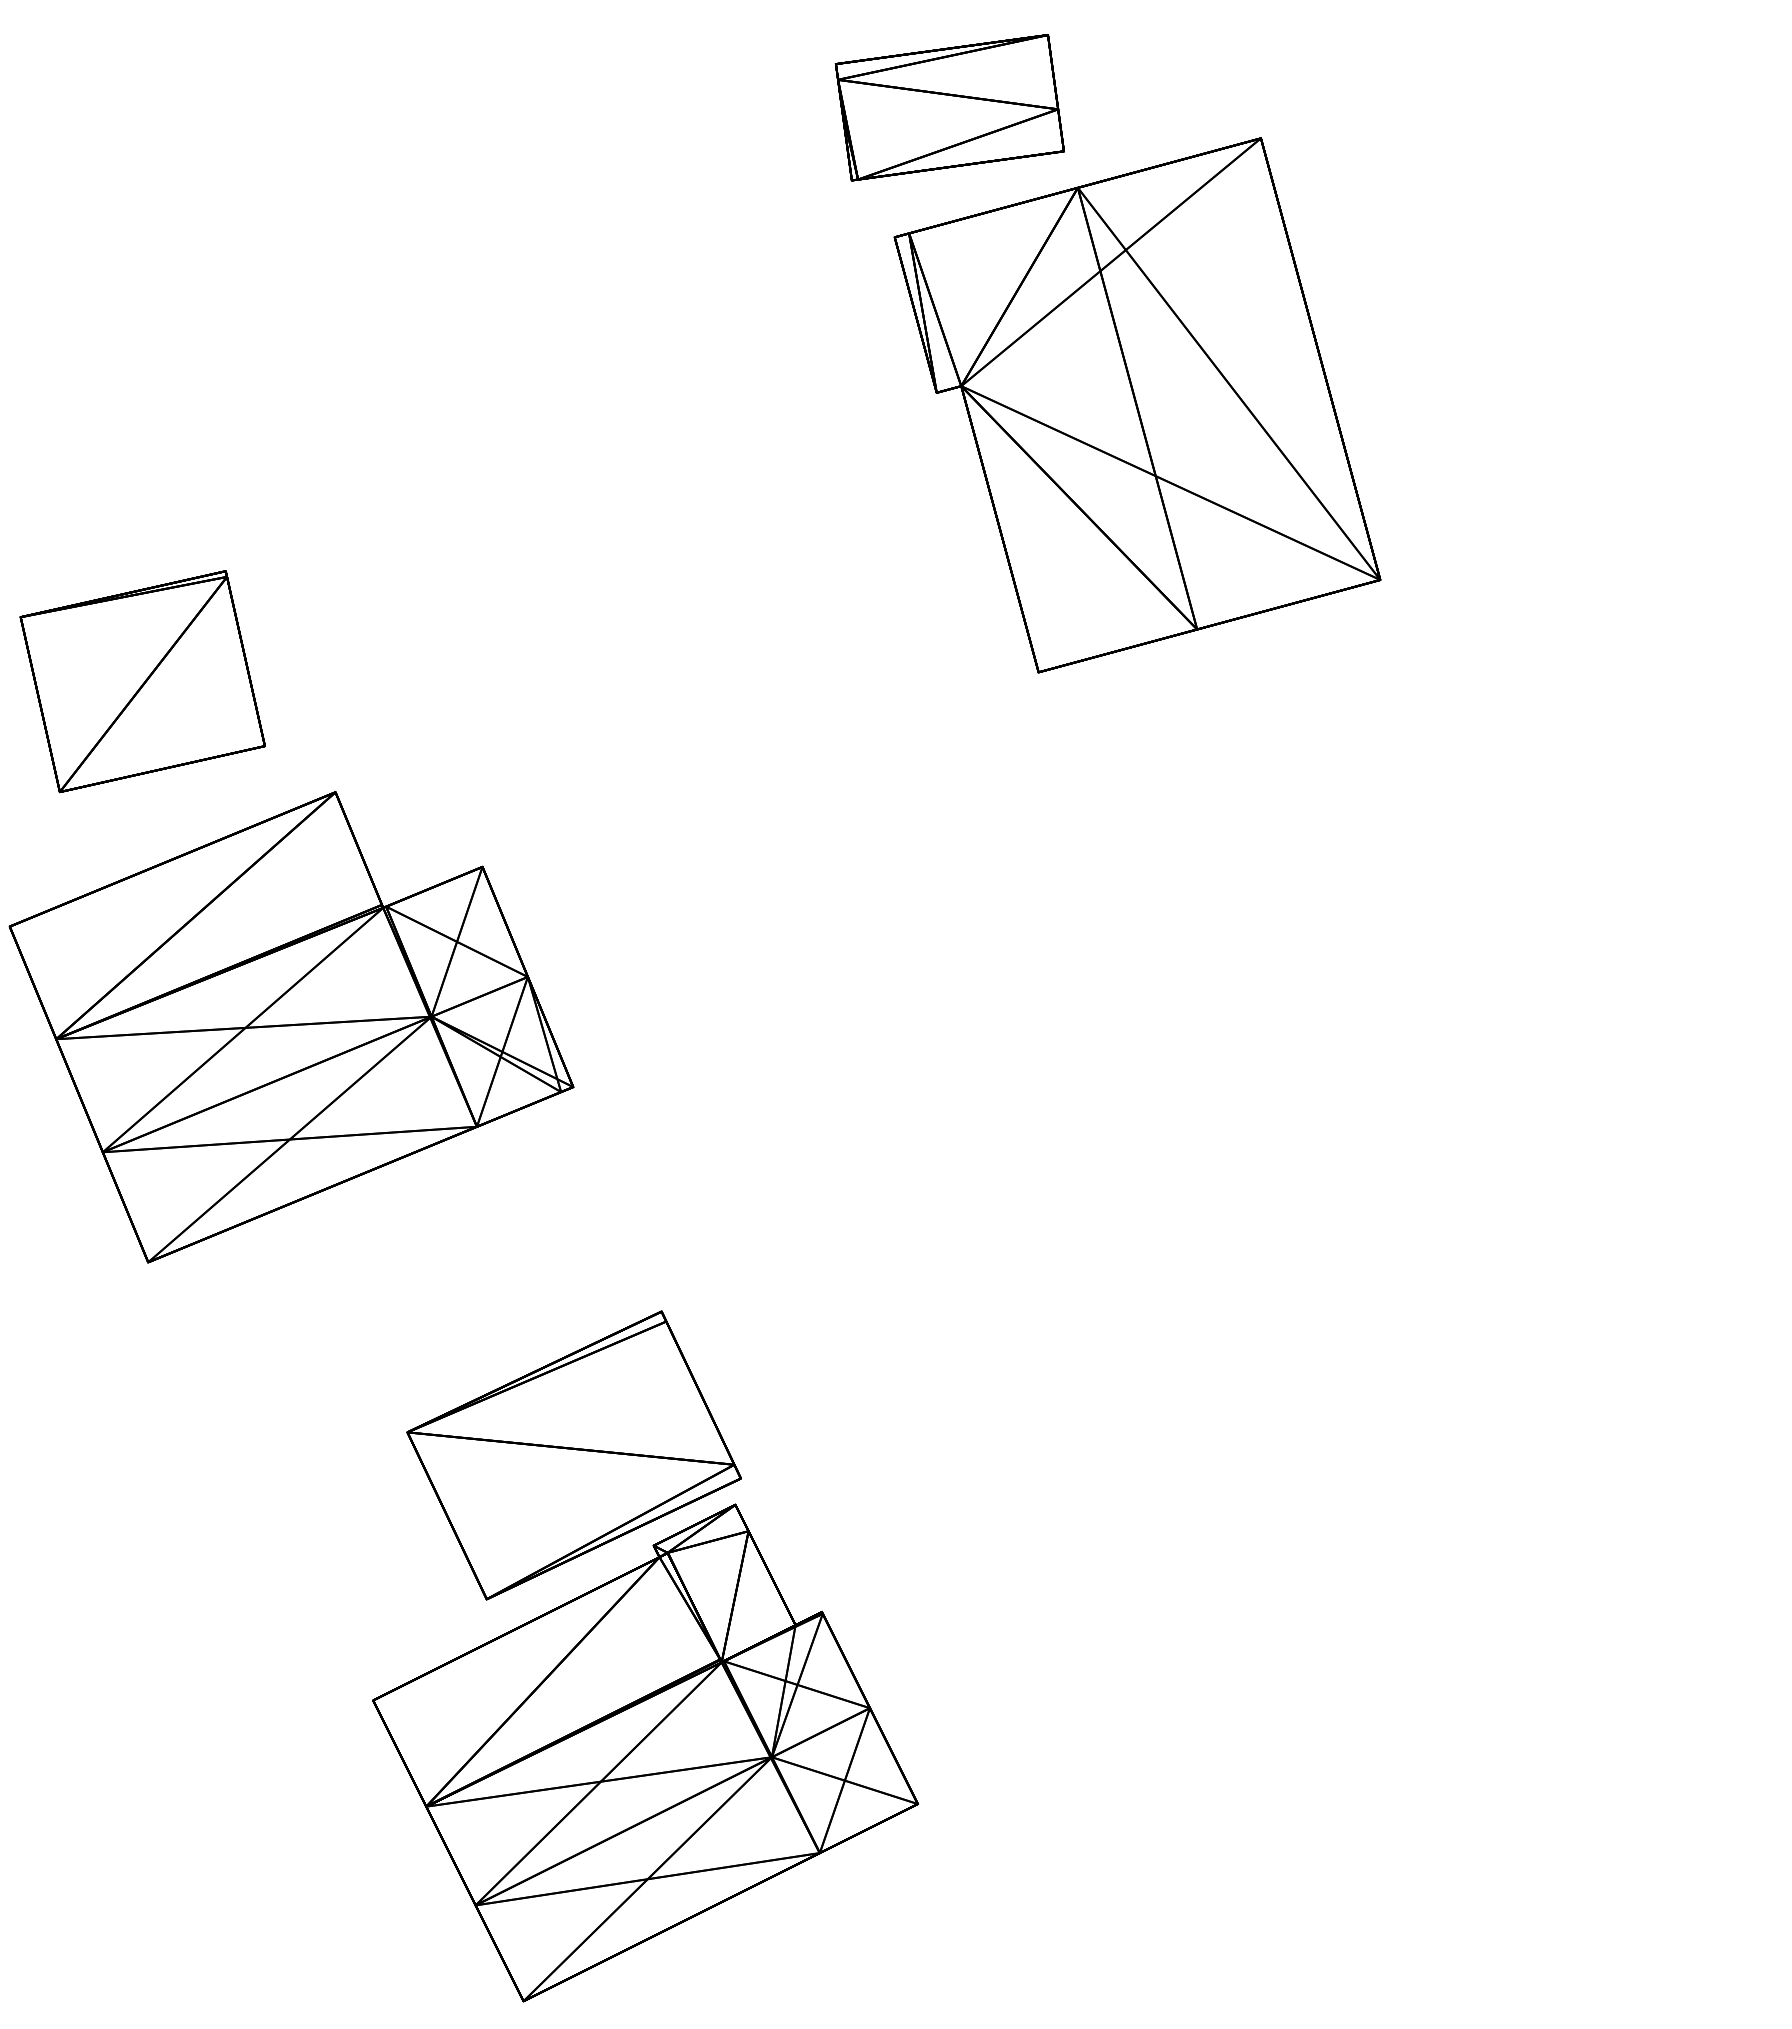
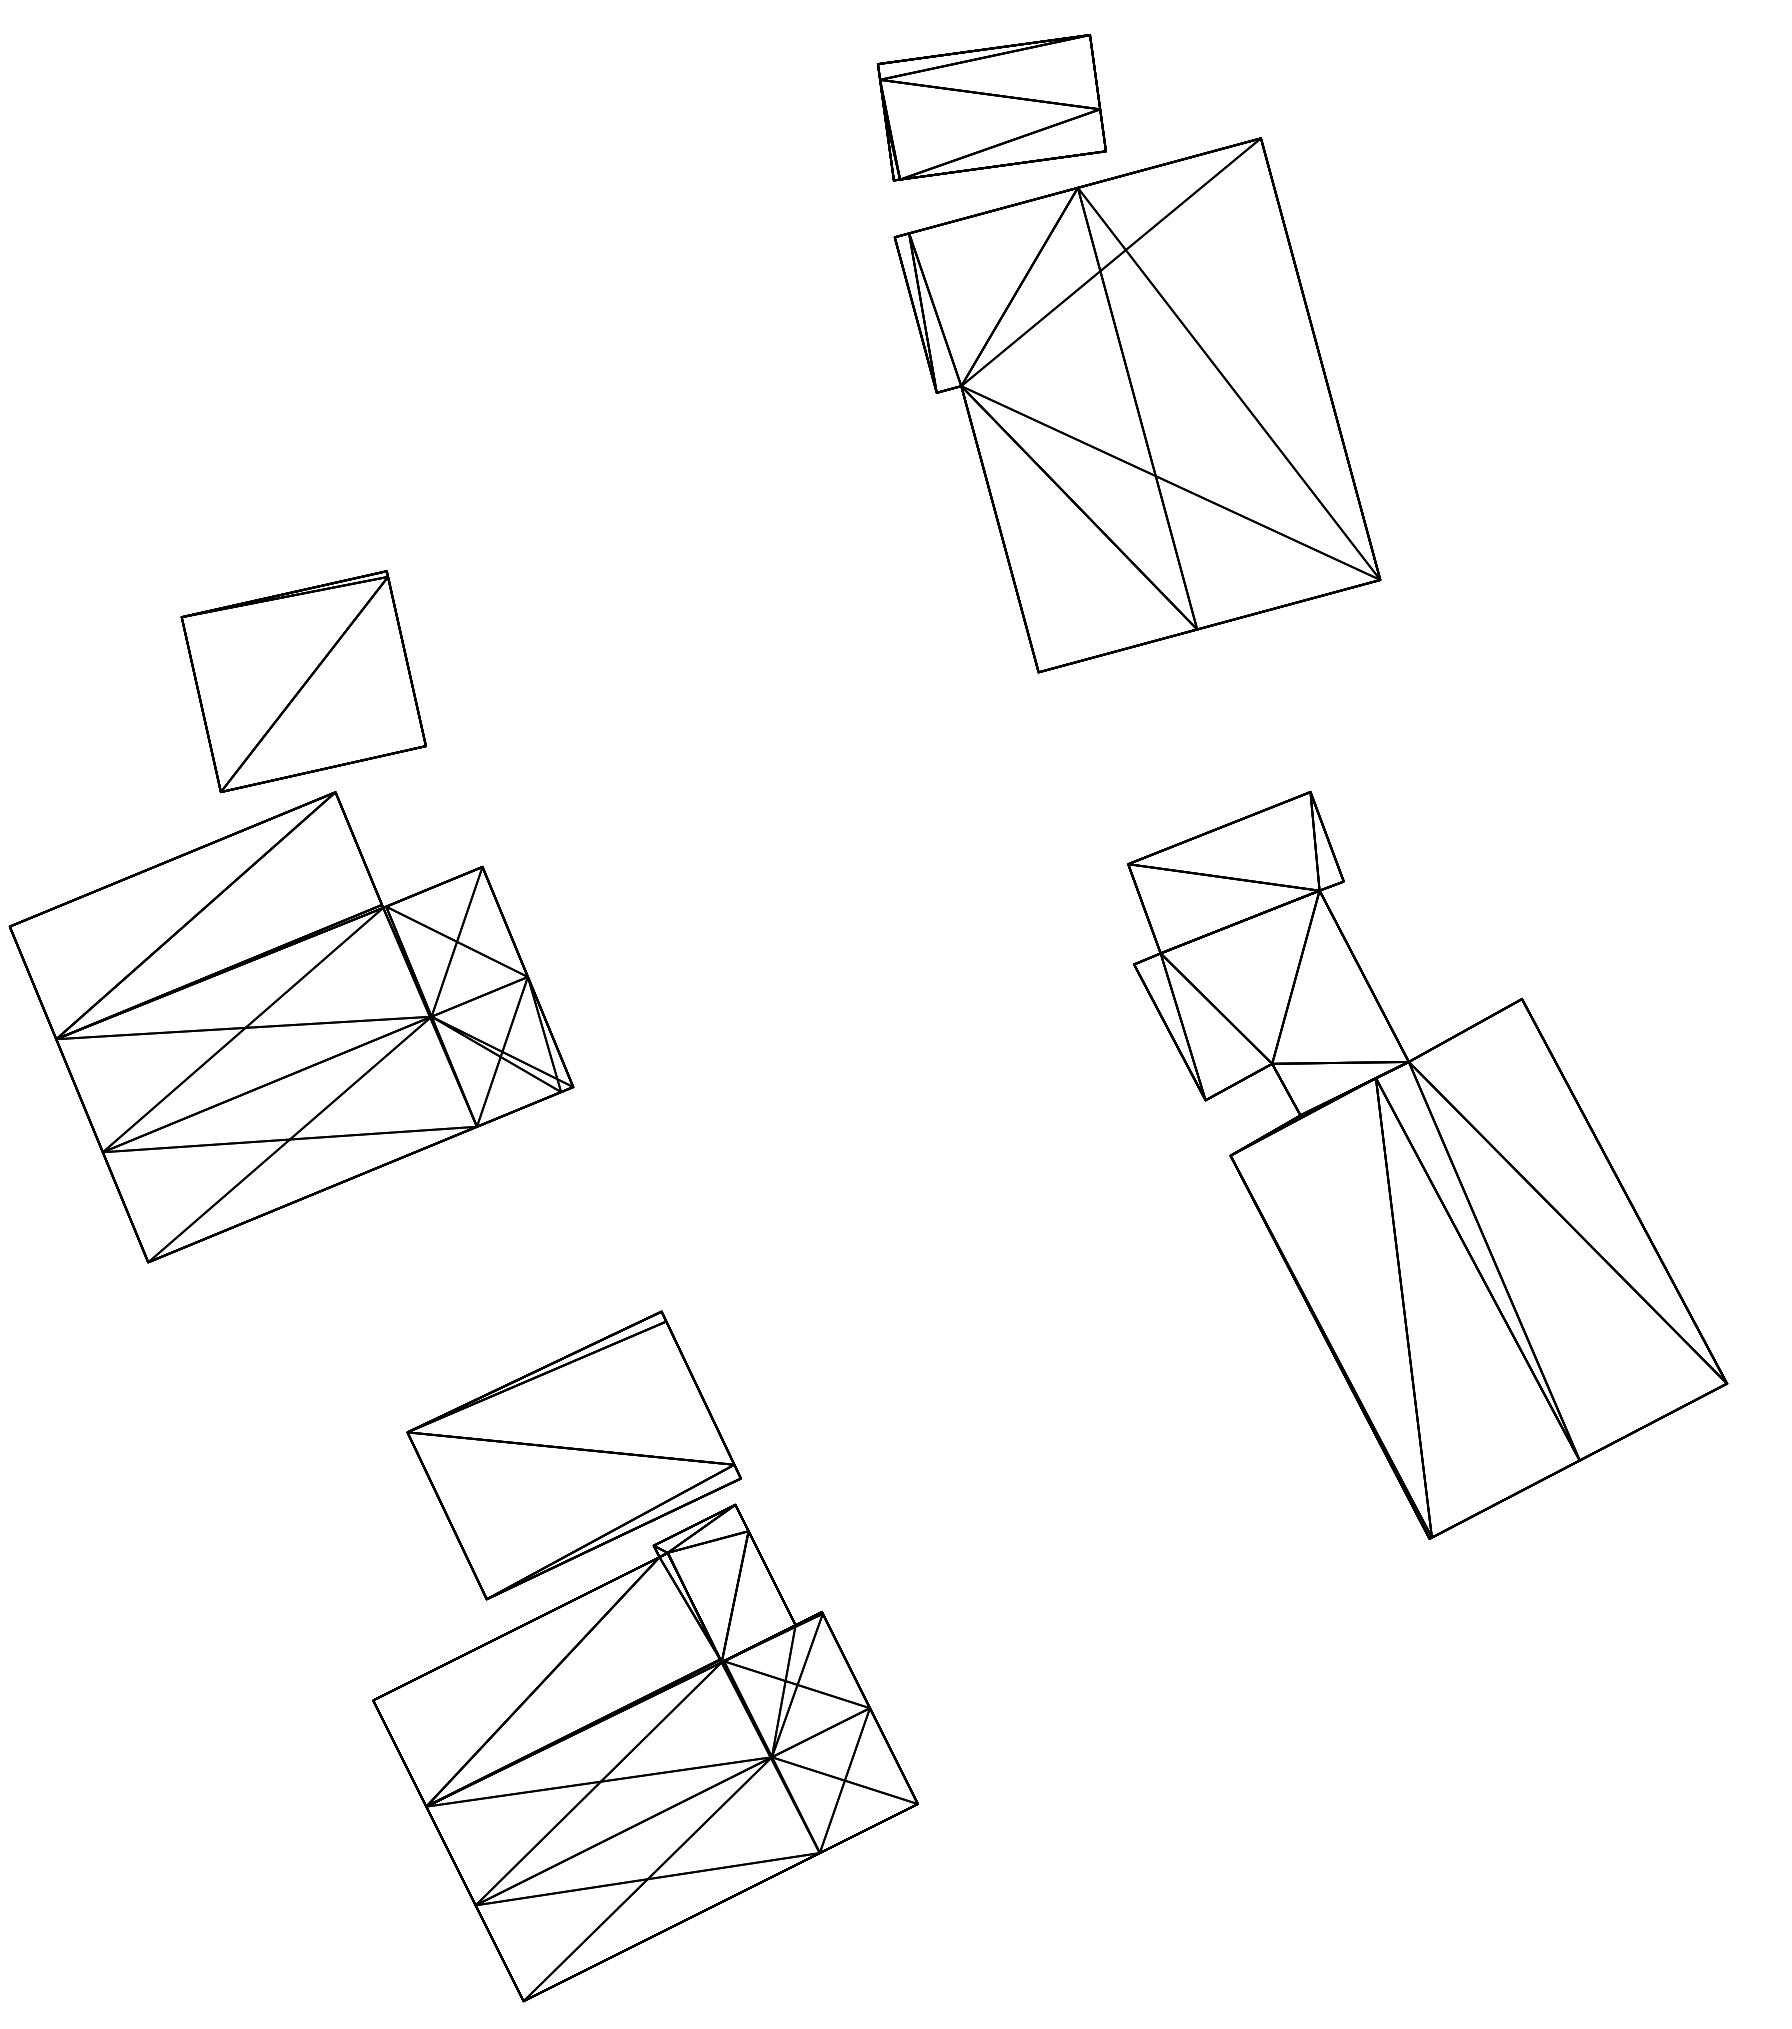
part at (949, 107) position: (949, 107) -> (991, 107)
part at (142, 681) position: (142, 681) -> (303, 681)
part at (1427, 1165): none -> present
